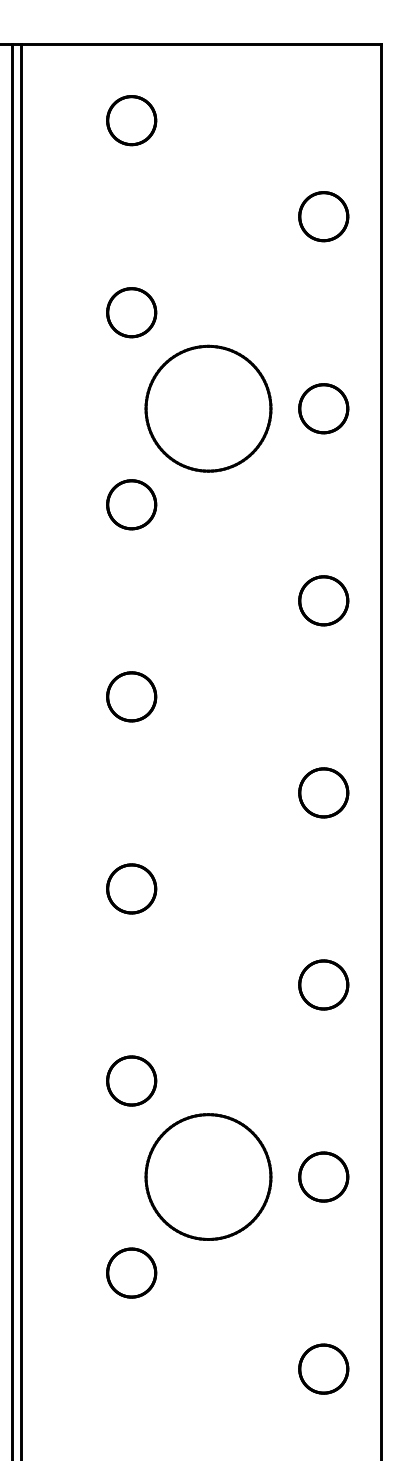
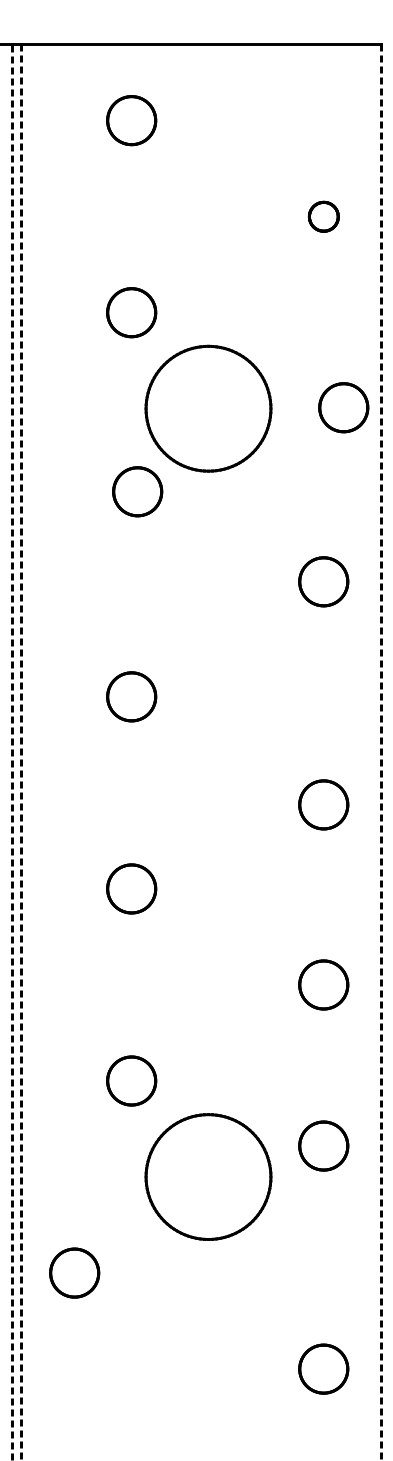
part at (323, 216) size: 52x52 px -> 33x33 px
part at (323, 408) position: (323, 408) -> (343, 407)
part at (131, 504) position: (131, 504) -> (137, 491)
part at (323, 600) position: (323, 600) -> (323, 581)
line at (11, 751): solid -> dashed
line at (21, 752): solid -> dashed
line at (381, 752): solid -> dashed
part at (323, 792) position: (323, 792) -> (323, 804)
part at (323, 1176) position: (323, 1176) -> (323, 1145)
part at (131, 1272) position: (131, 1272) -> (74, 1272)
